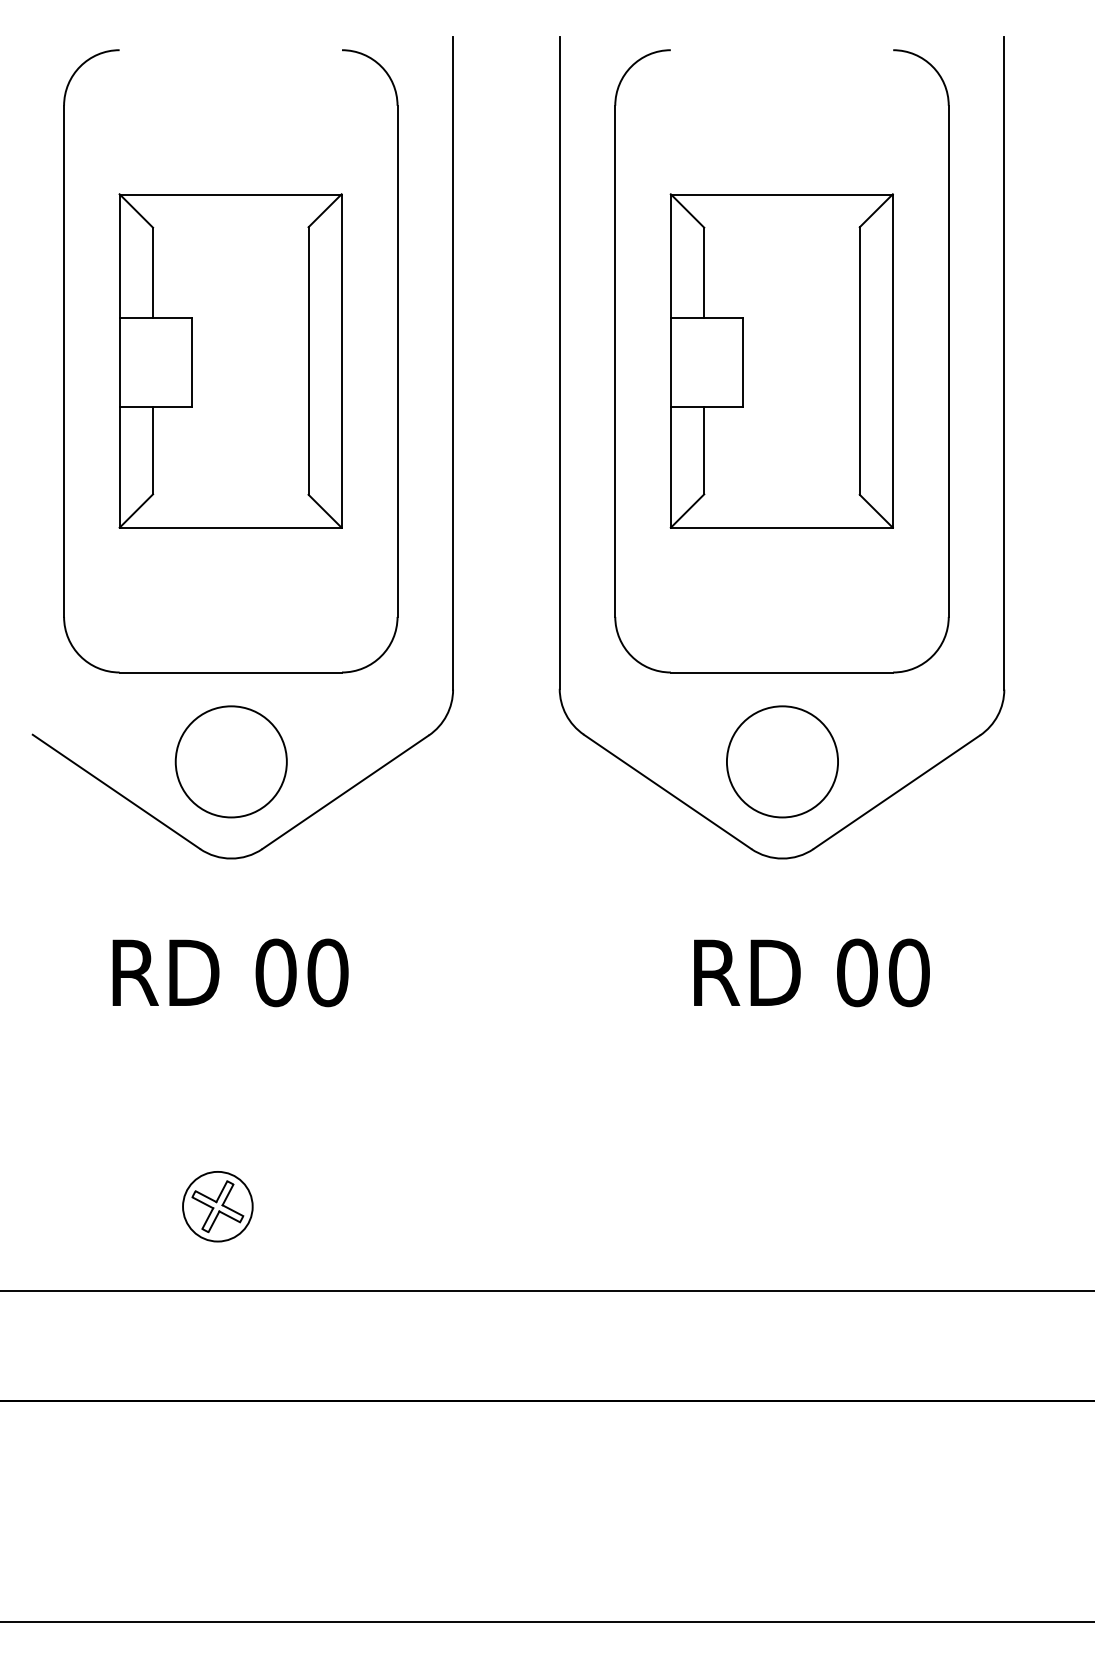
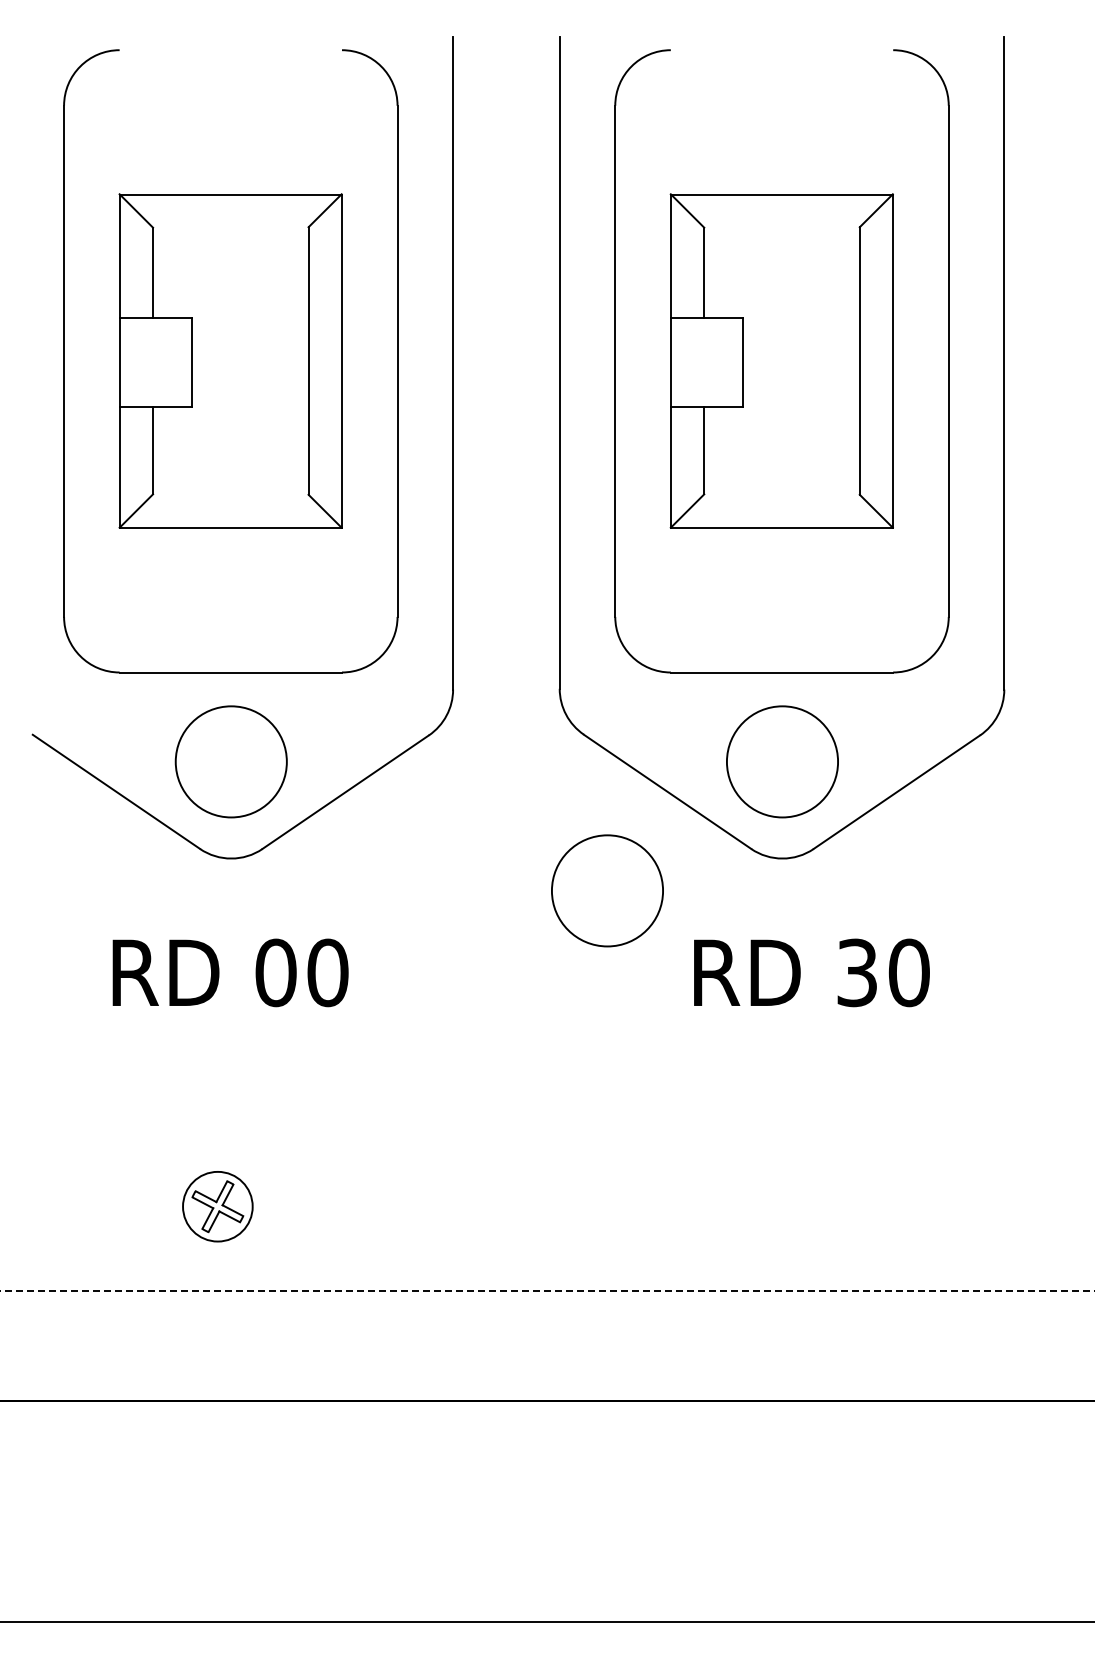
circle at (607, 890): none -> present
text at (857, 972): 00 -> 30
line at (547, 1291): solid -> dashed
